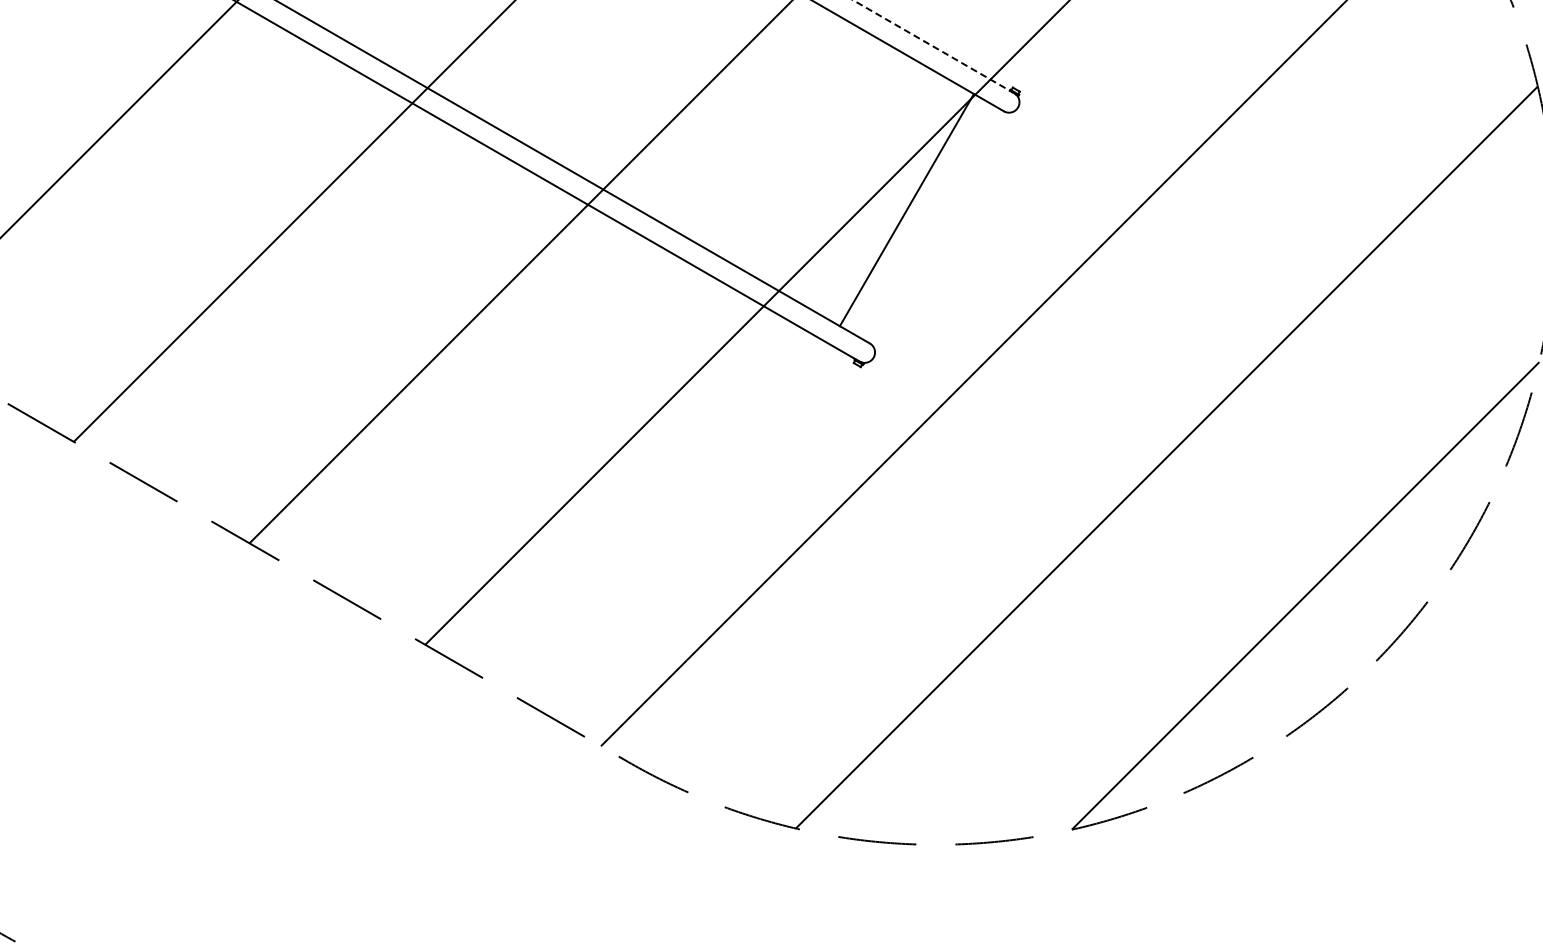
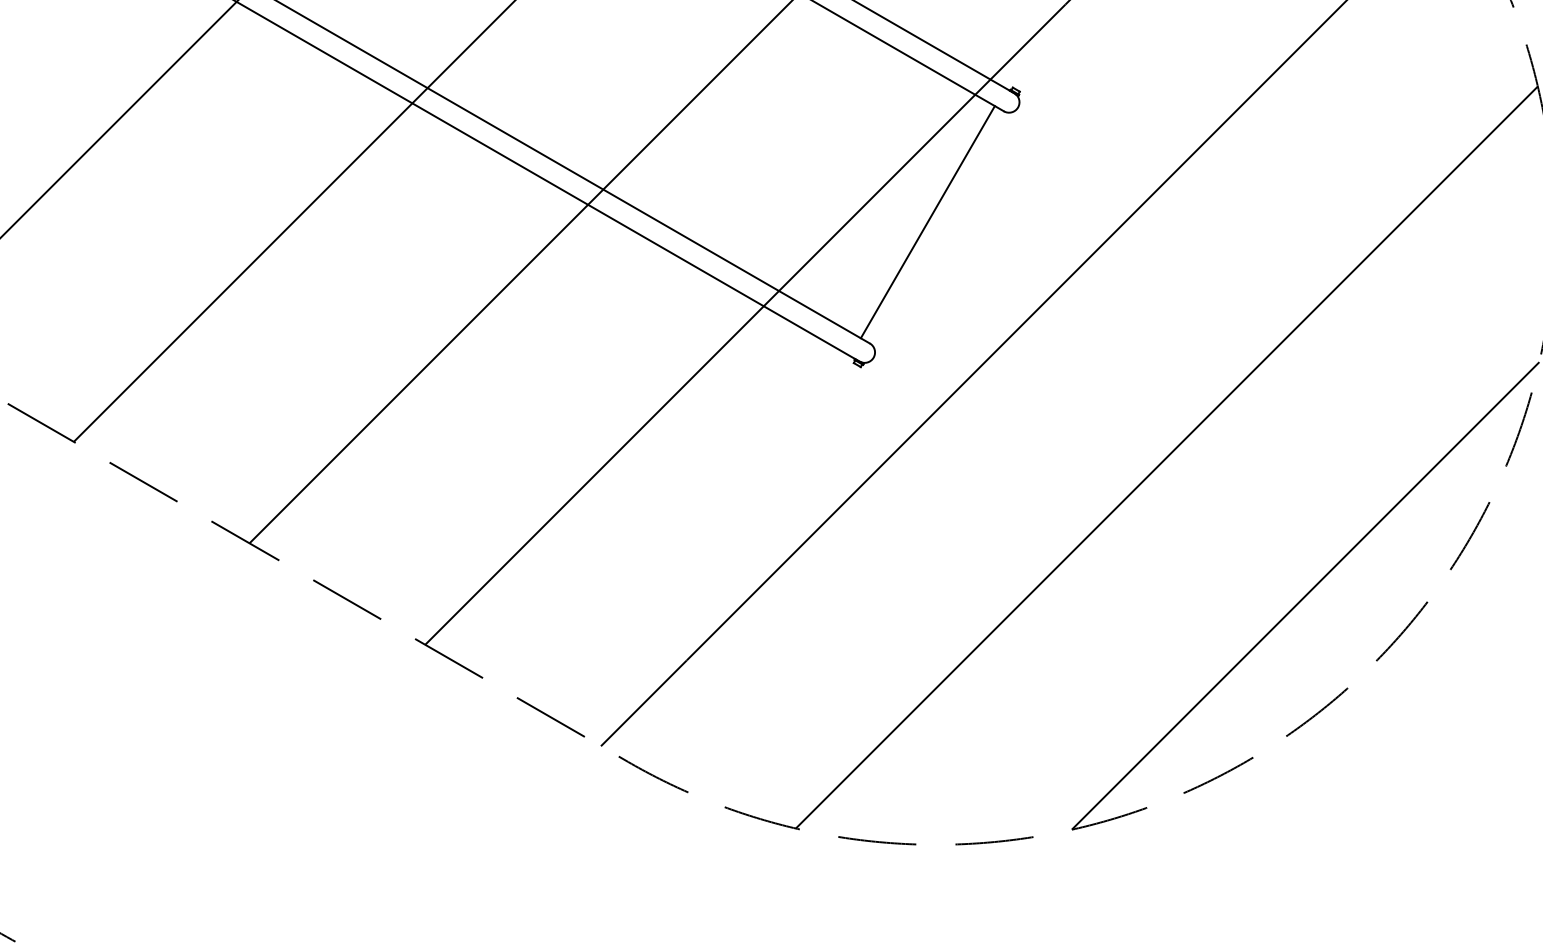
line at (933, 46): dashed -> solid
line at (906, 210) position: (906, 210) -> (927, 222)
